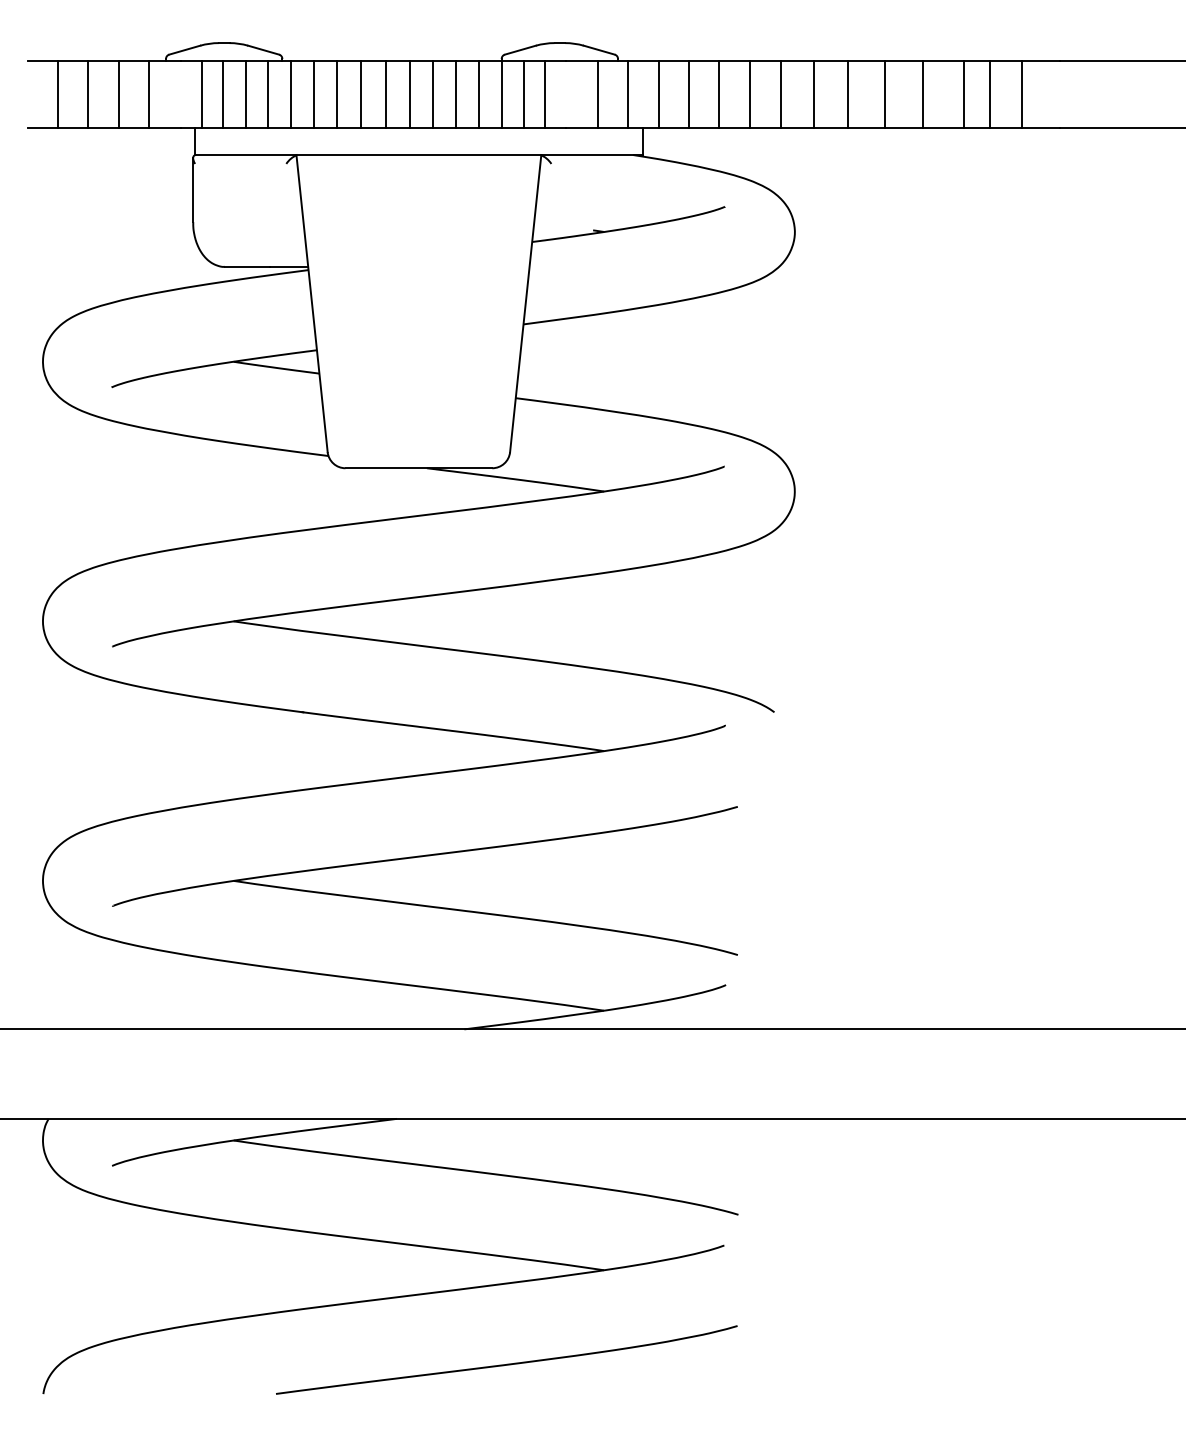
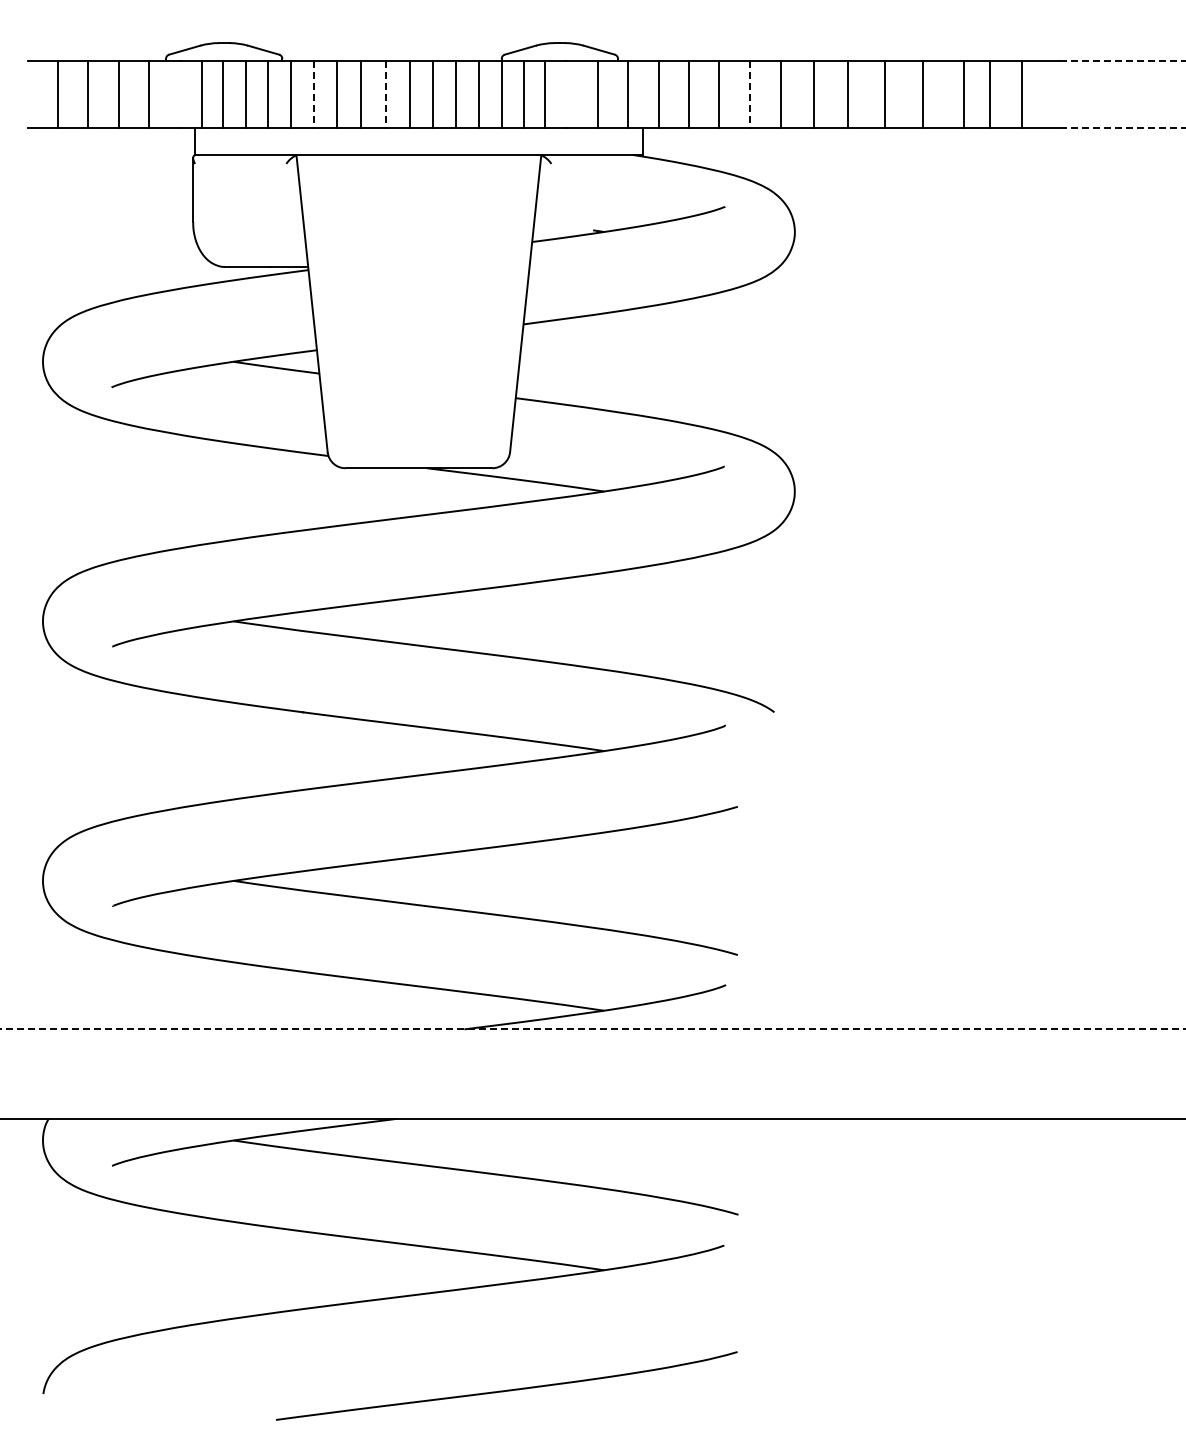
line at (1122, 61): solid -> dashed
line at (314, 94): solid -> dashed
line at (386, 94): solid -> dashed
line at (749, 94): solid -> dashed
line at (1122, 128): solid -> dashed
line at (592, 1029): solid -> dashed
curve at (507, 1363) position: (507, 1363) -> (507, 1389)
